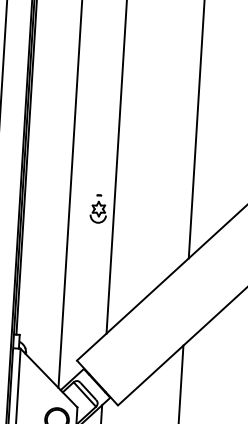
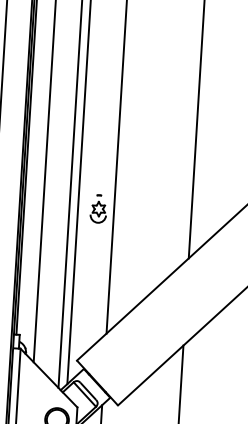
line at (44, 182): none -> present
line at (78, 193): none -> present
